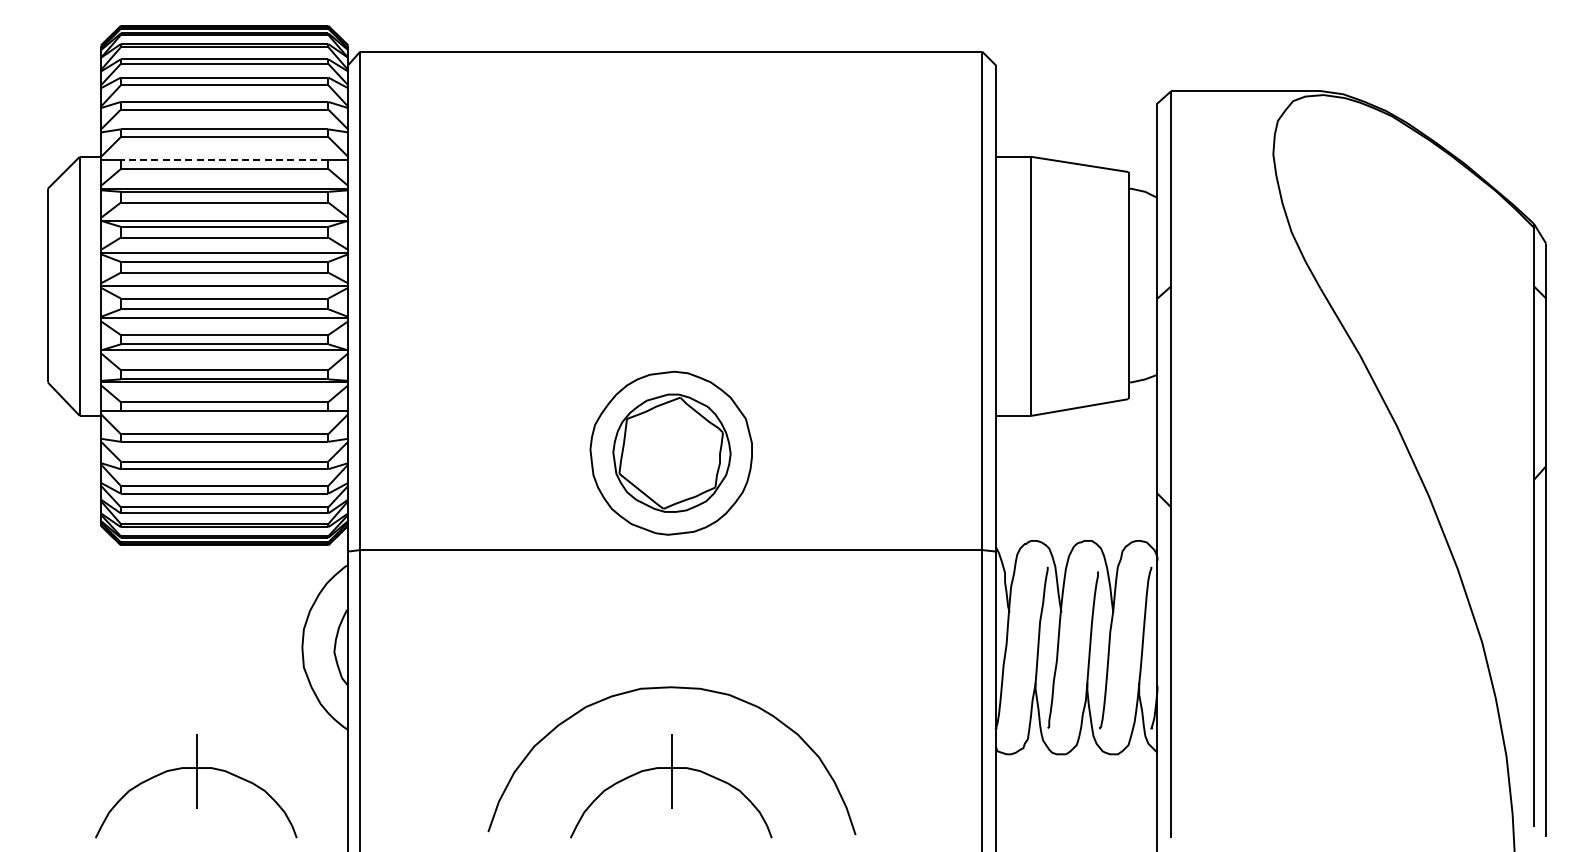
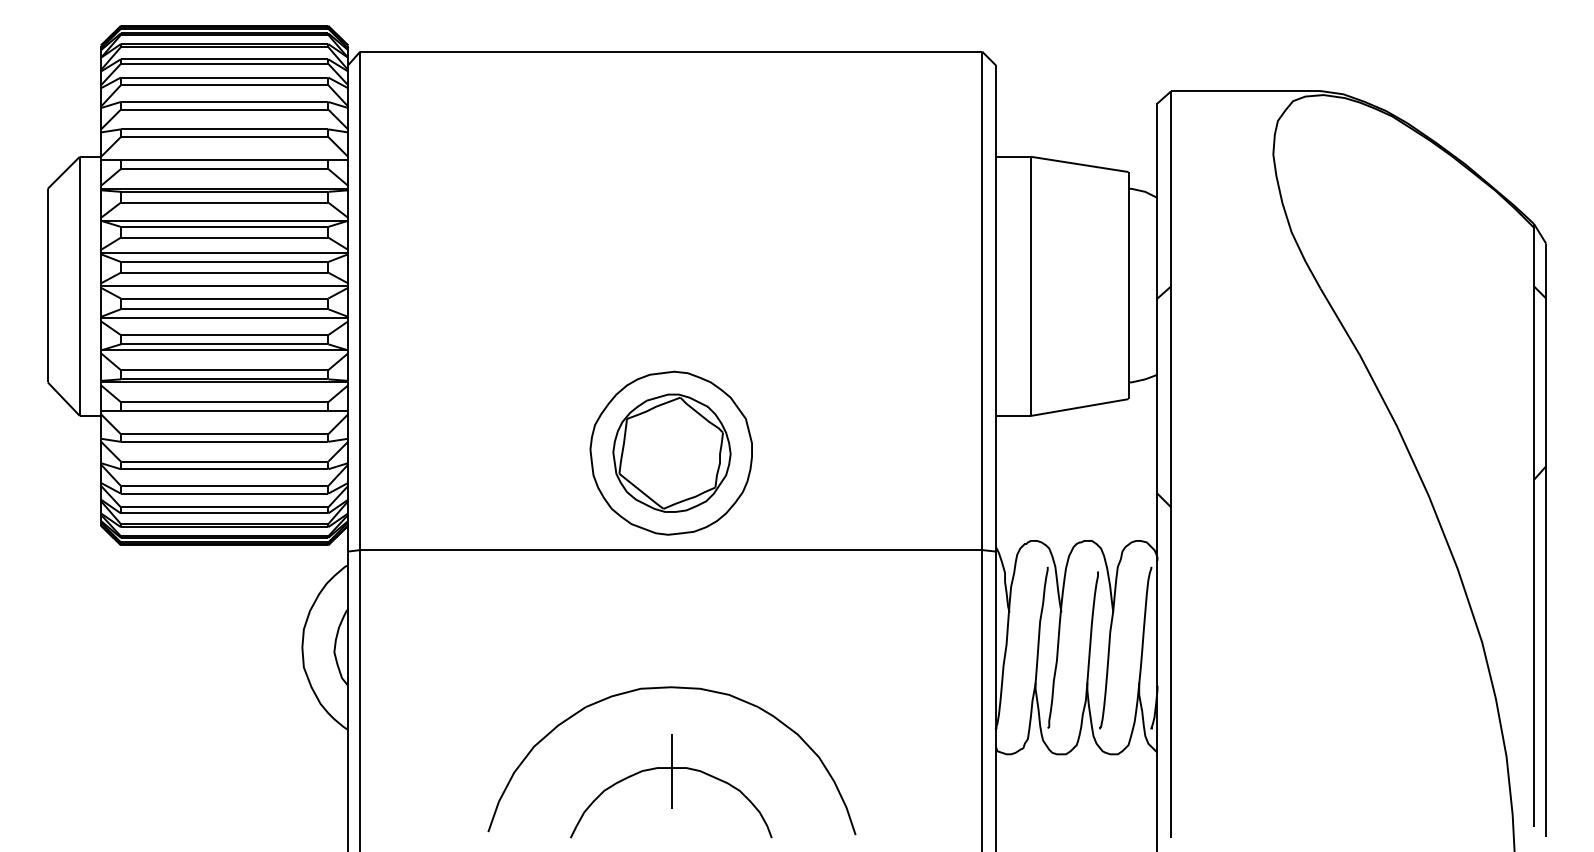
line at (224, 159): dashed -> solid
part at (196, 786): present -> none
